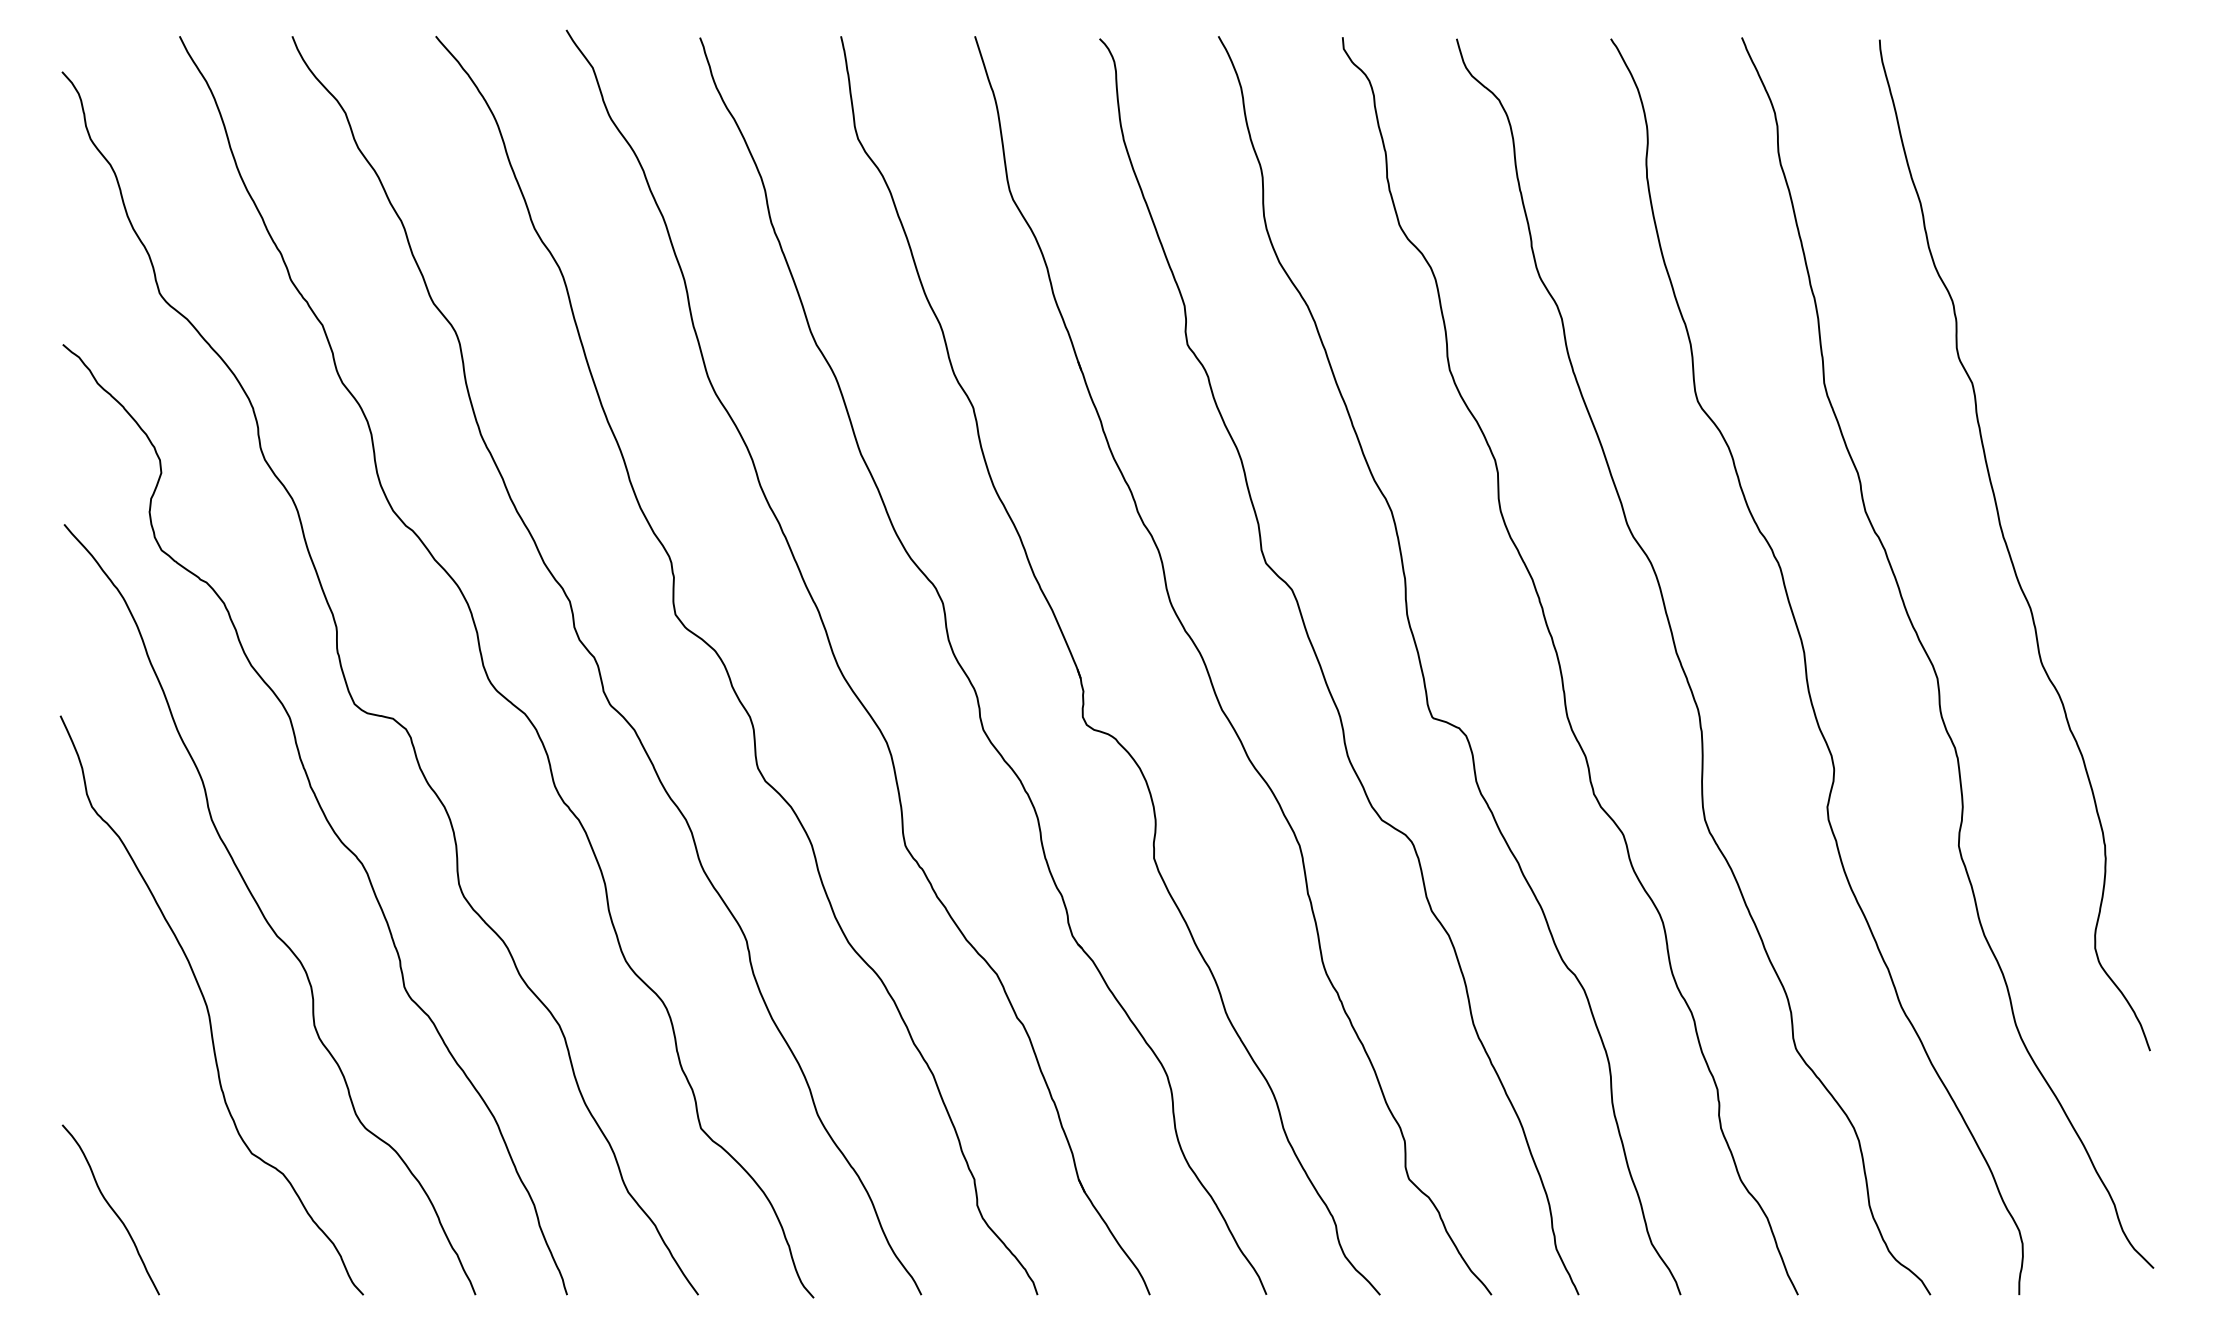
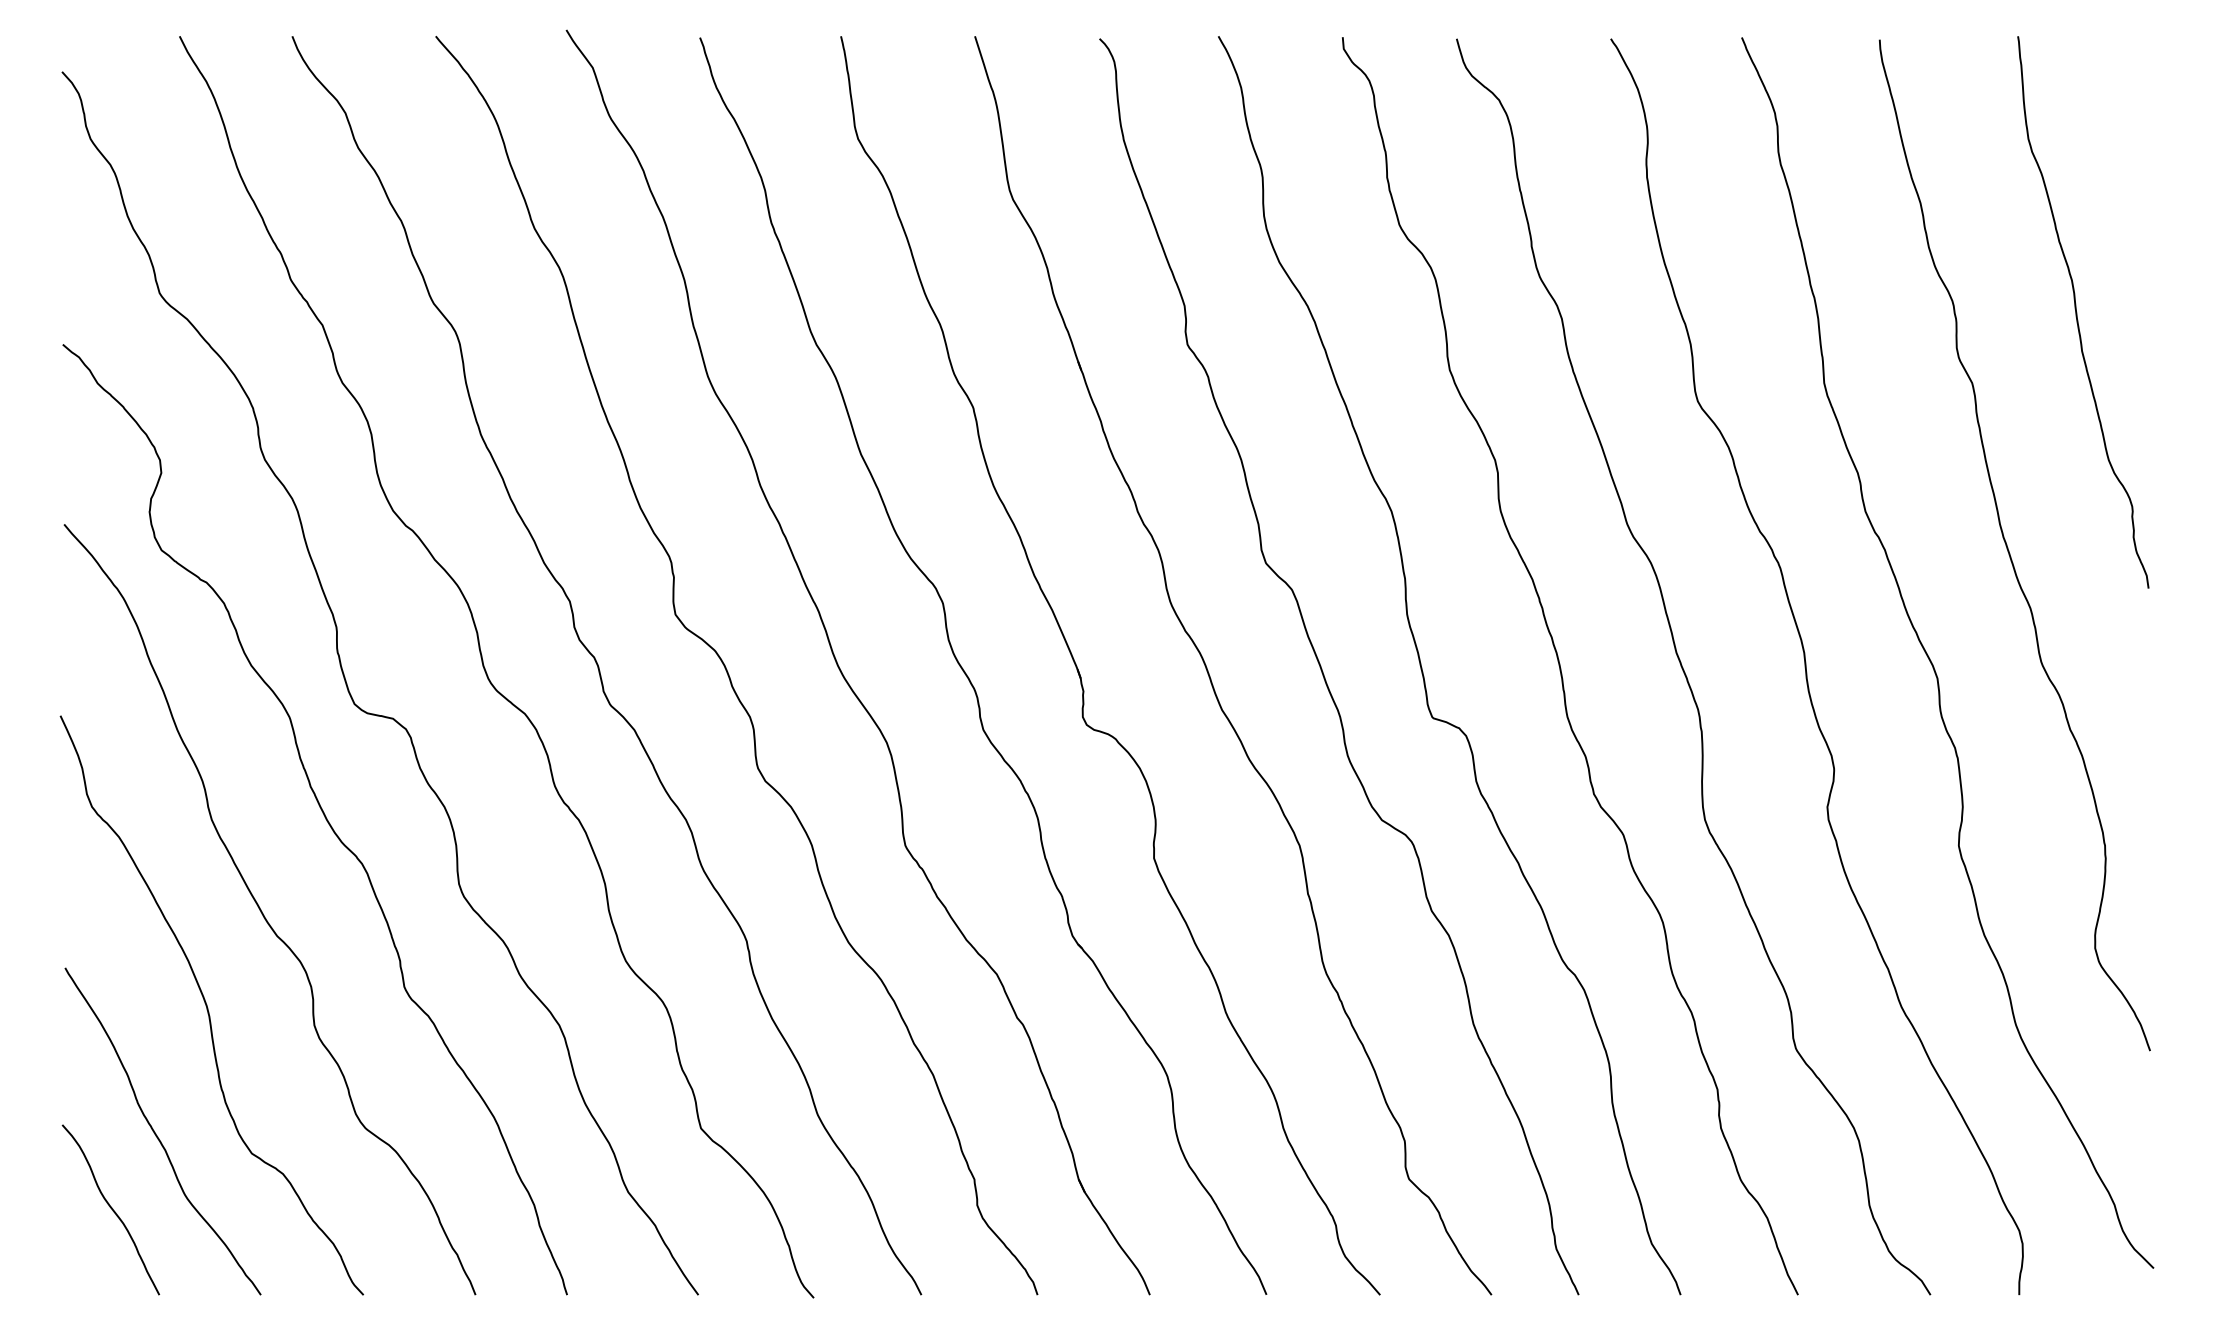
curve at (2077, 312): none -> present
curve at (156, 1133): none -> present
